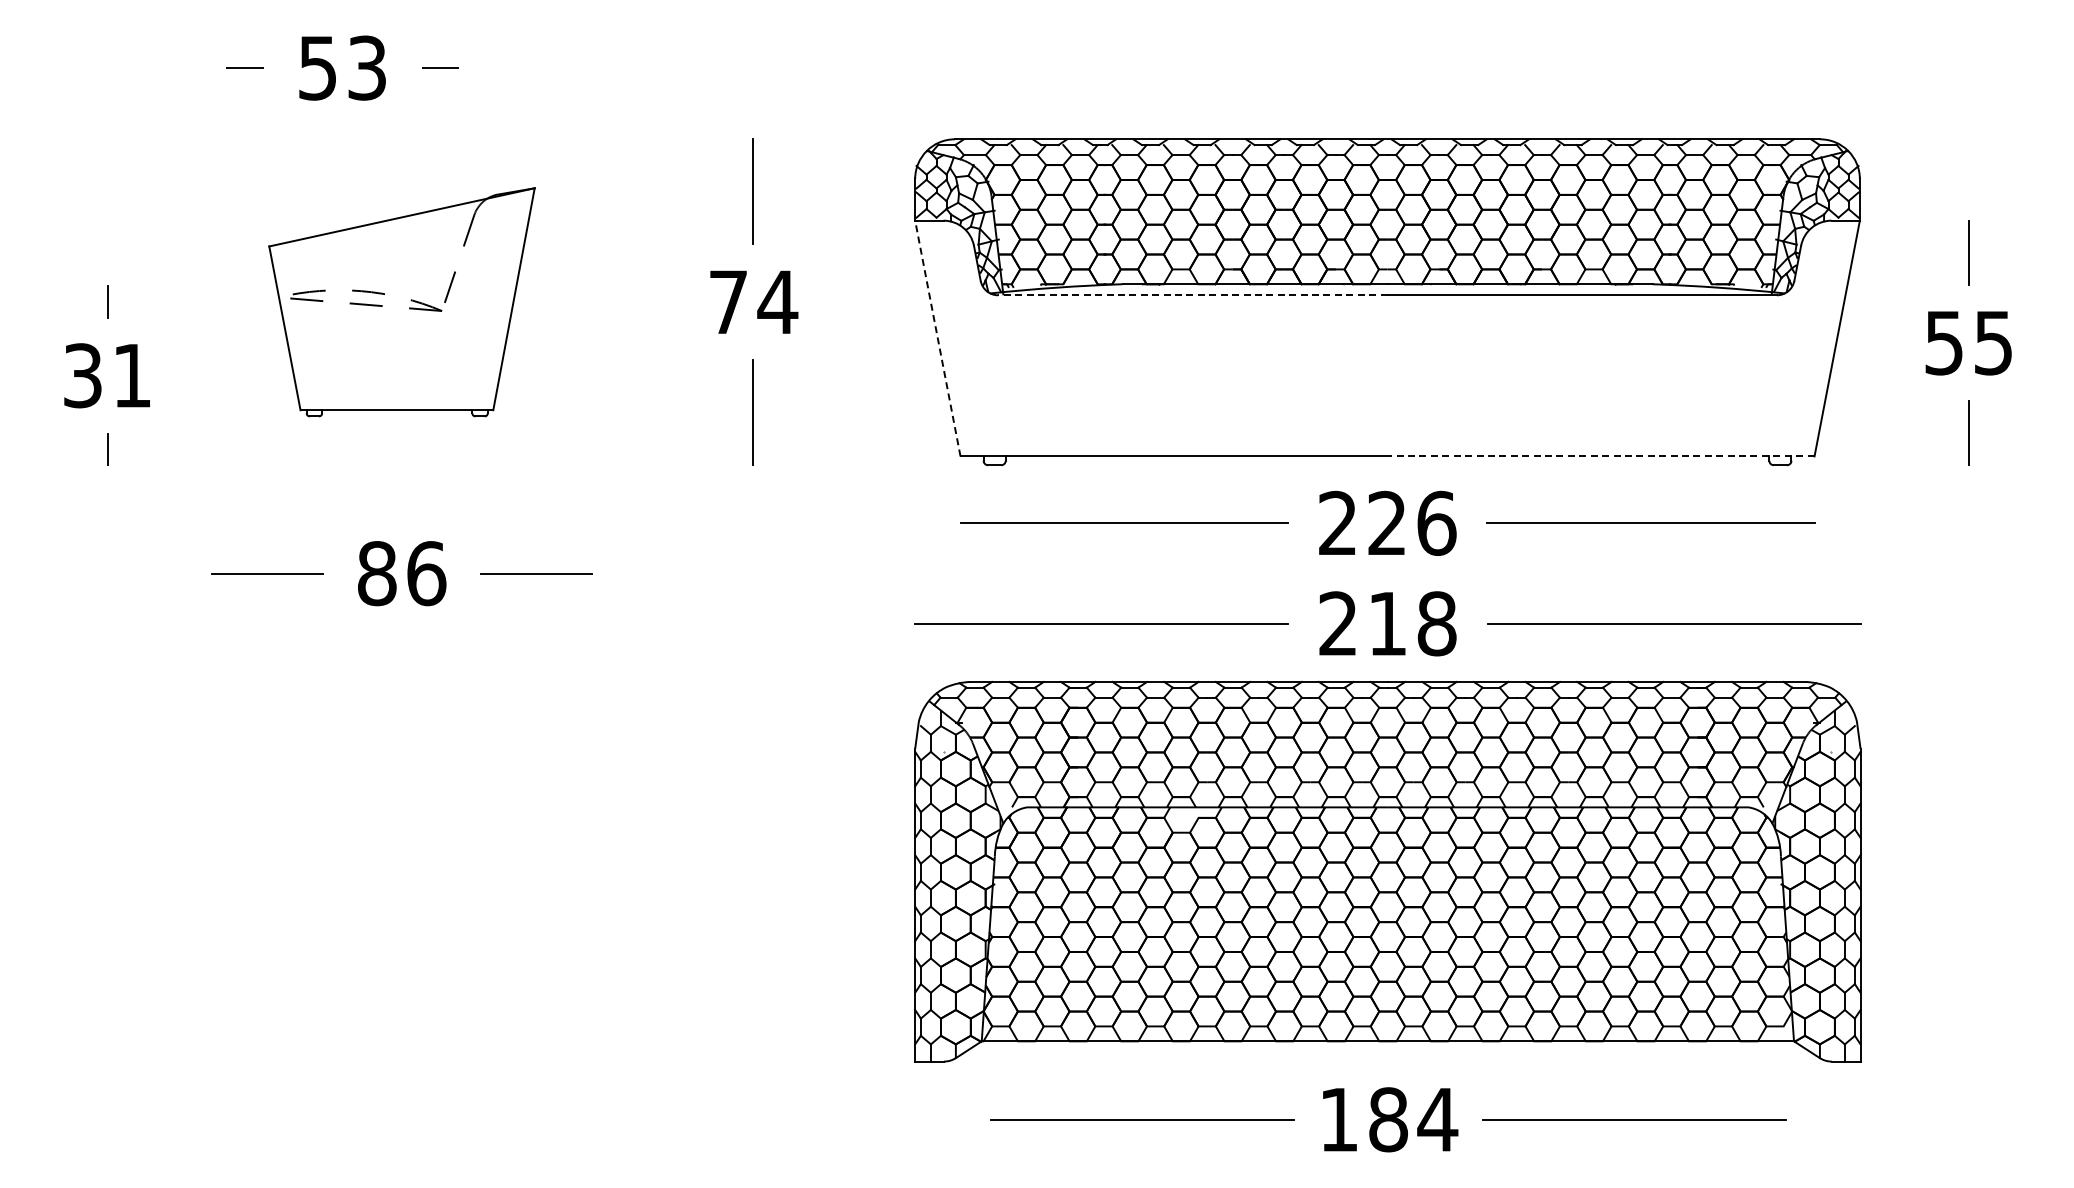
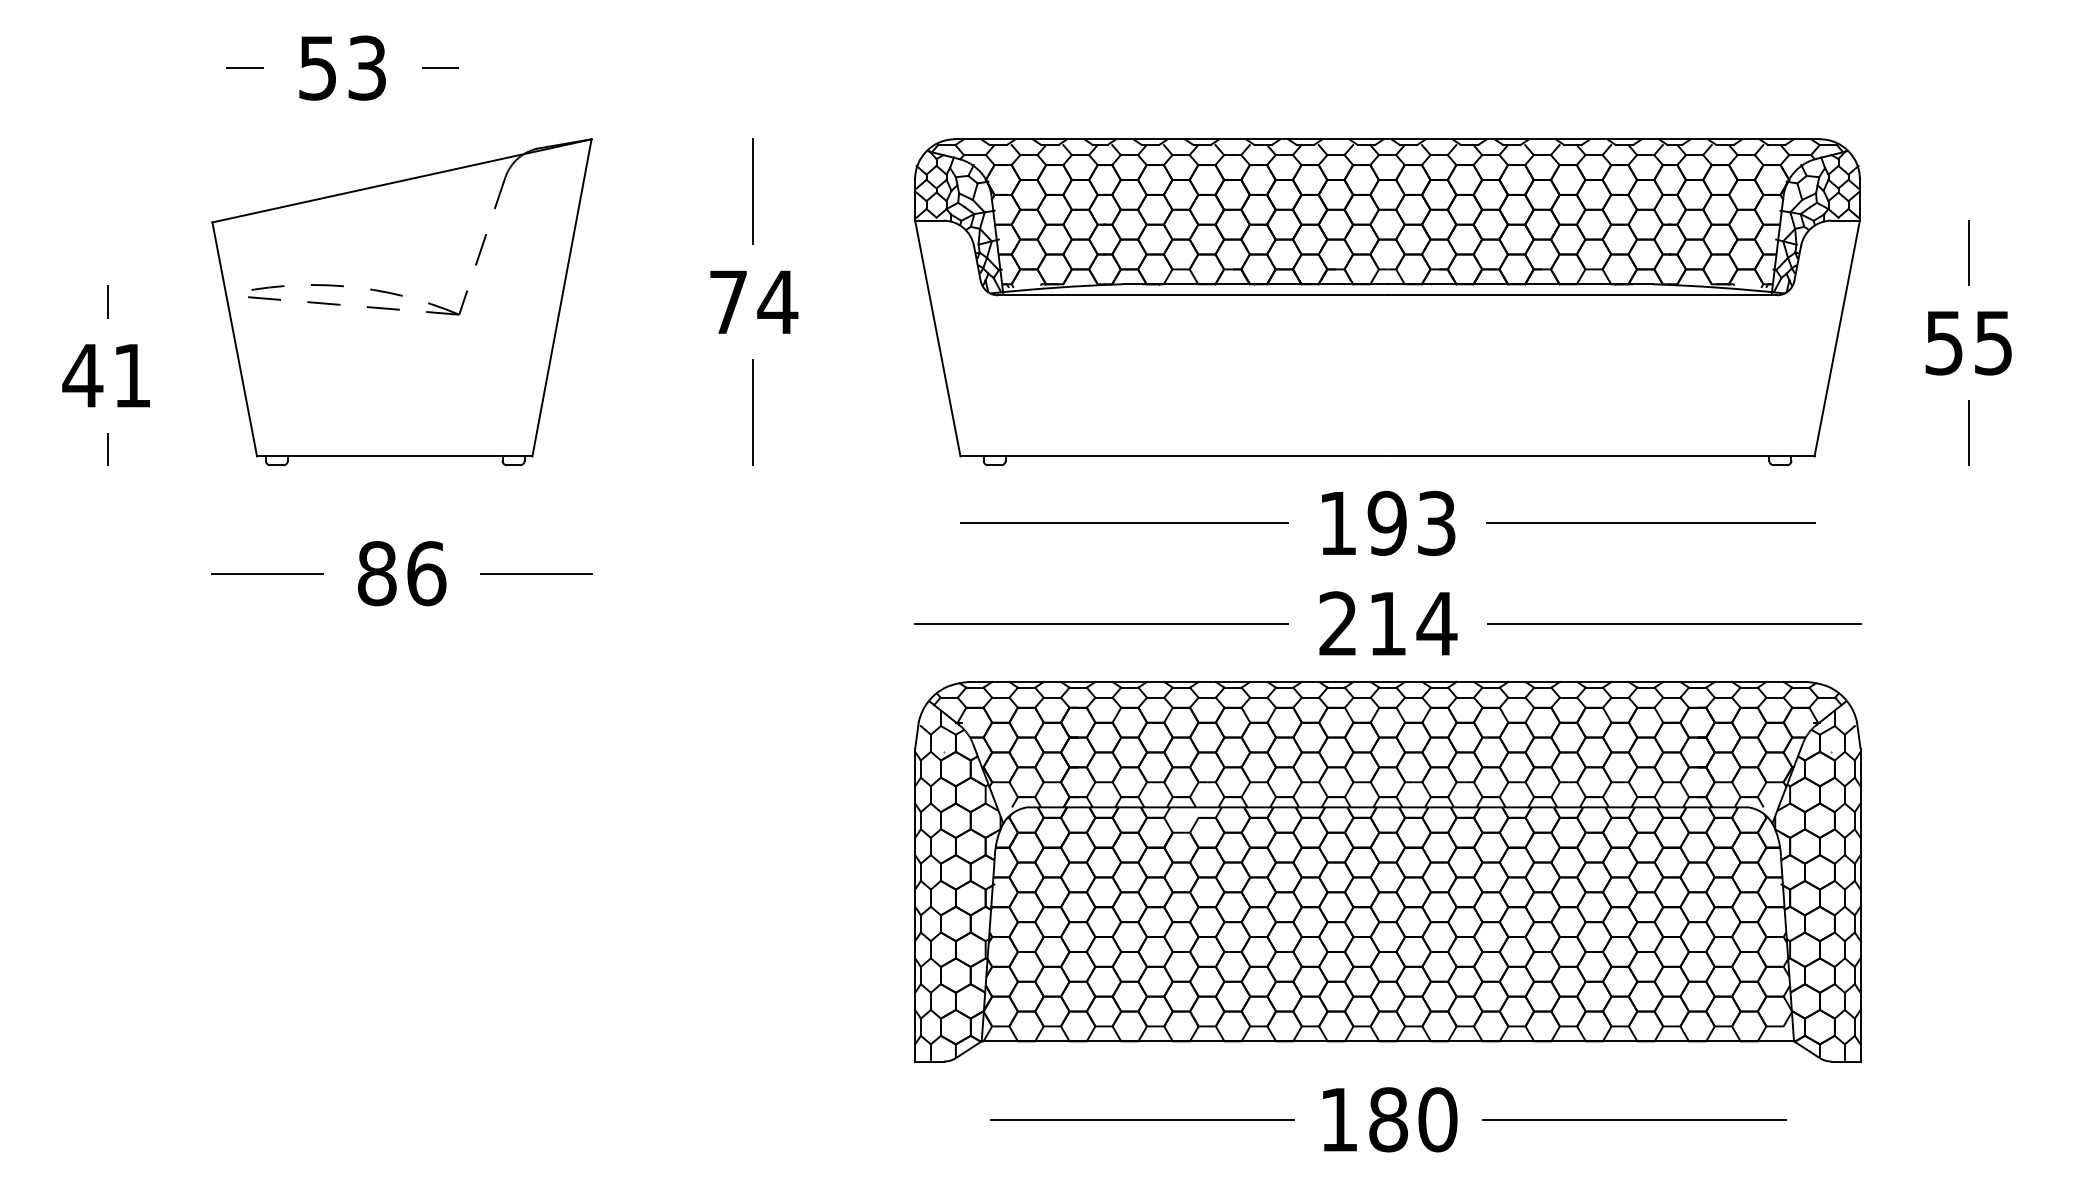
line at (1192, 295): dashed -> solid
part at (401, 302) size: 268x231 px -> 382x329 px
line at (937, 338): dashed -> solid
text at (82, 375): 31 -> 41
line at (1601, 456): dashed -> solid
text at (1387, 522): 226 -> 193
text at (1436, 623): 218 -> 214
text at (1437, 1119): 184 -> 180
